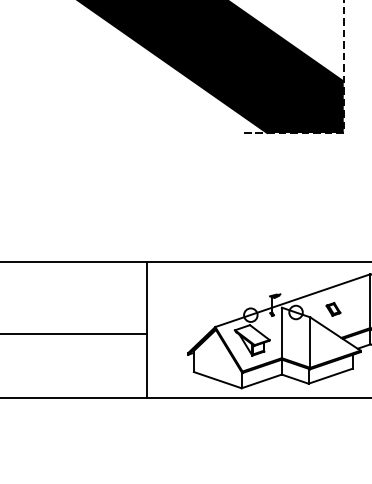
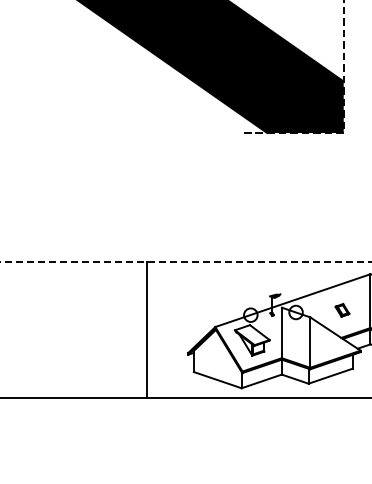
line at (185, 261): solid -> dashed
part at (333, 308) position: (333, 308) -> (342, 309)
line at (74, 334): present -> none
